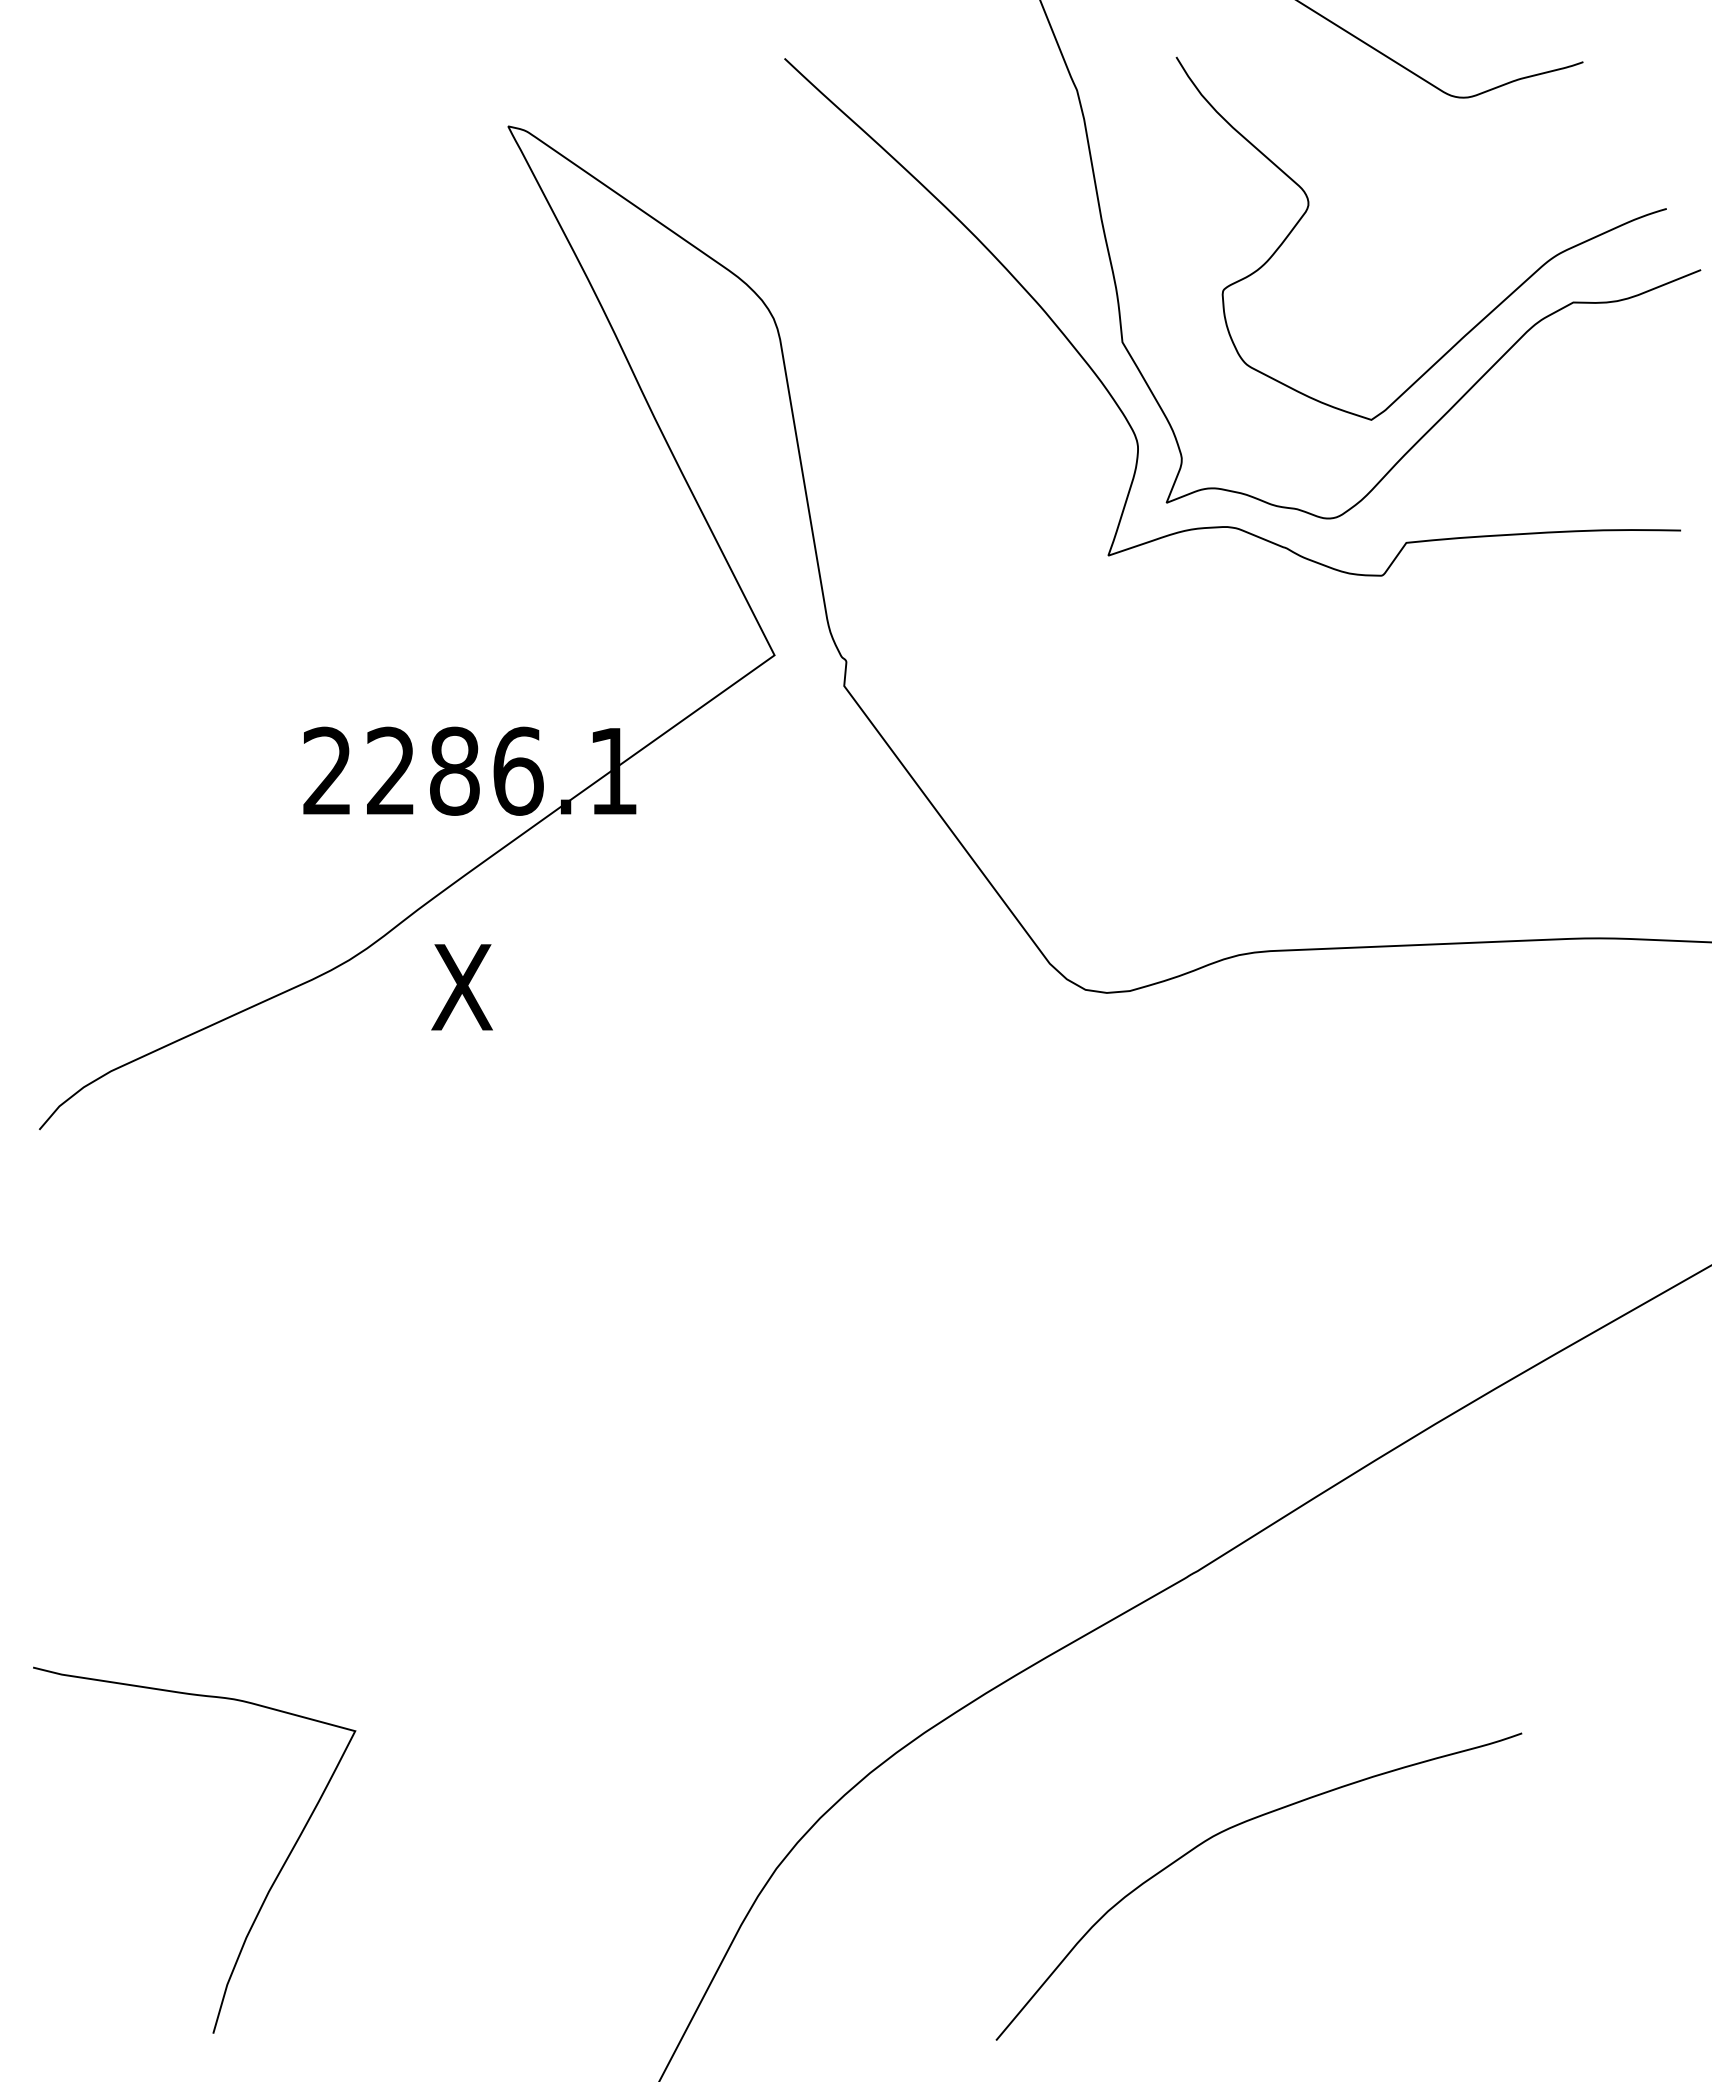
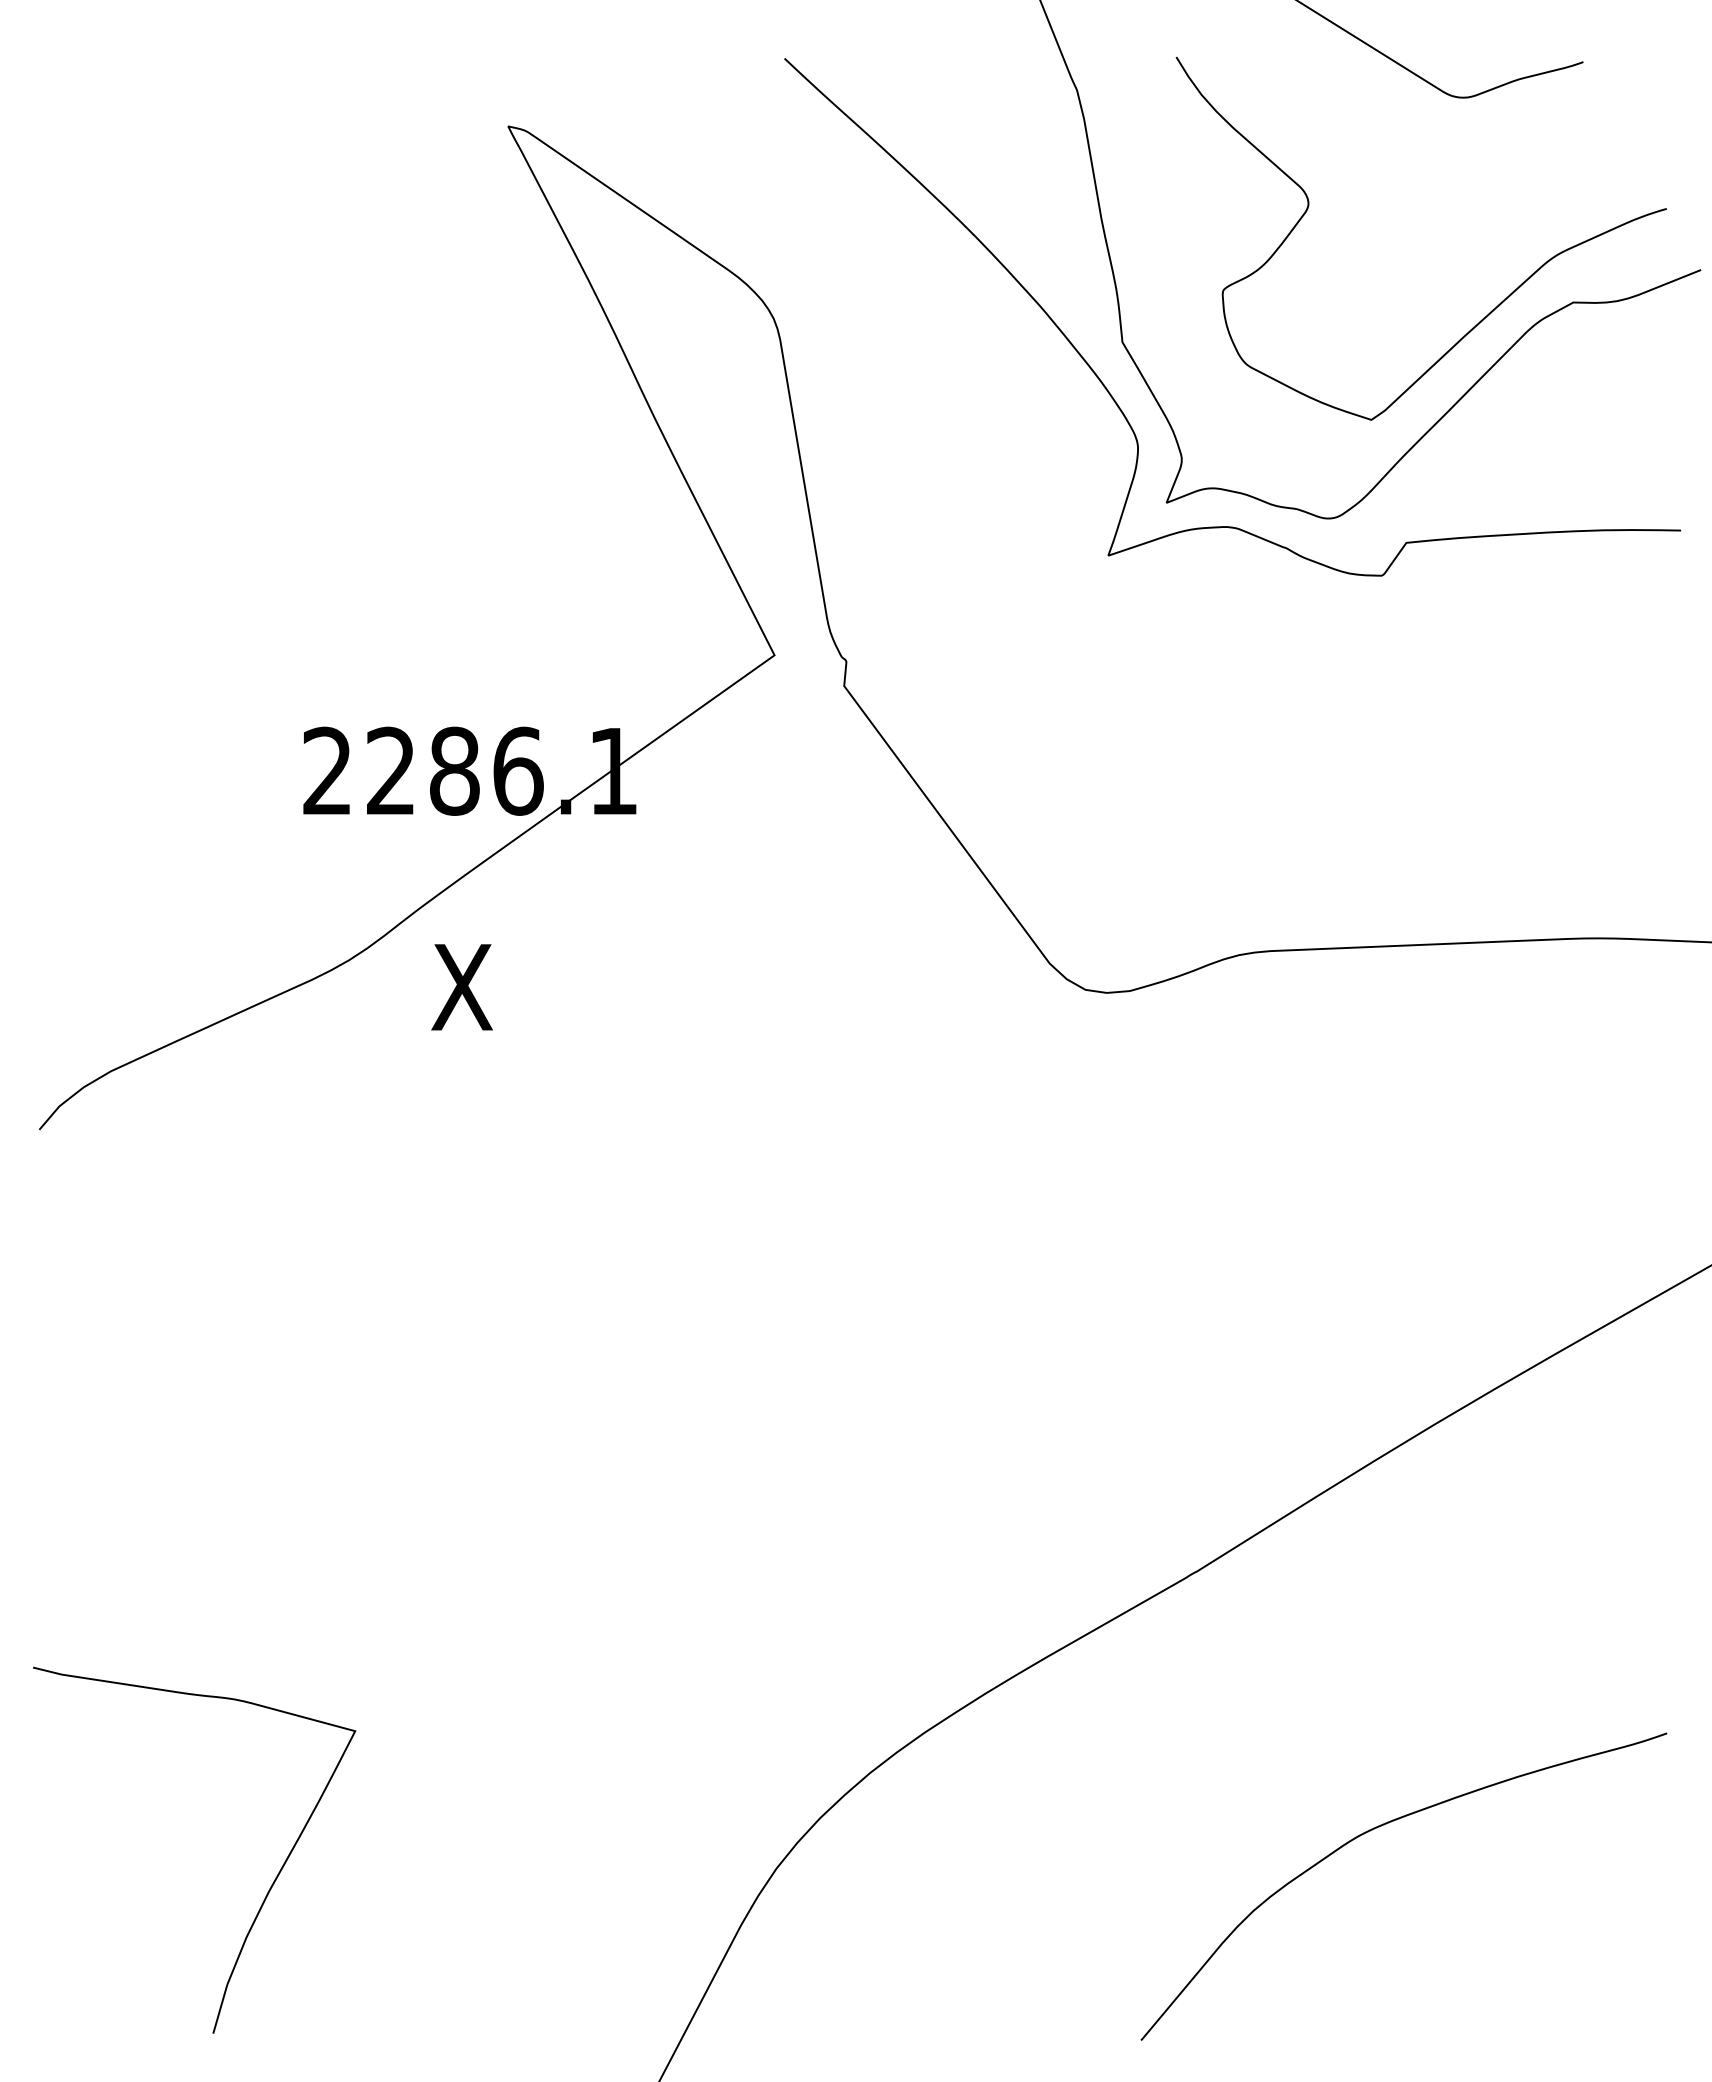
curve at (1232, 1828) position: (1232, 1828) -> (1377, 1828)
